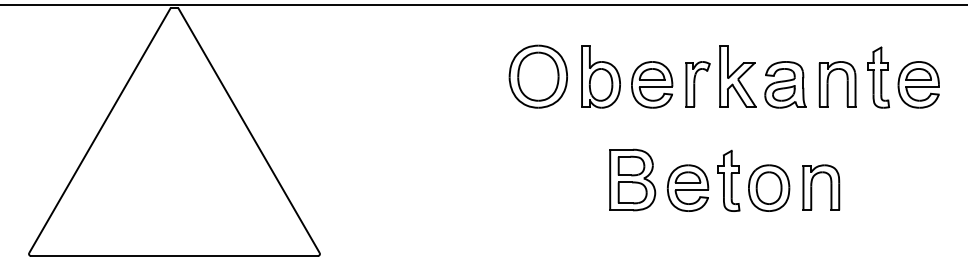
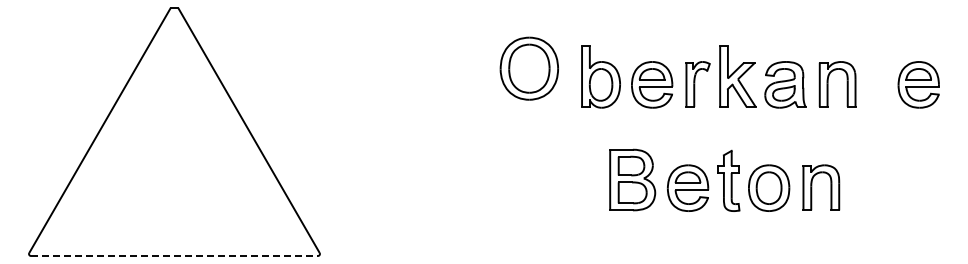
line at (483, 5): present -> none
part at (537, 76) position: (537, 76) -> (528, 68)
part at (878, 77): present -> none
line at (175, 255): solid -> dashed
